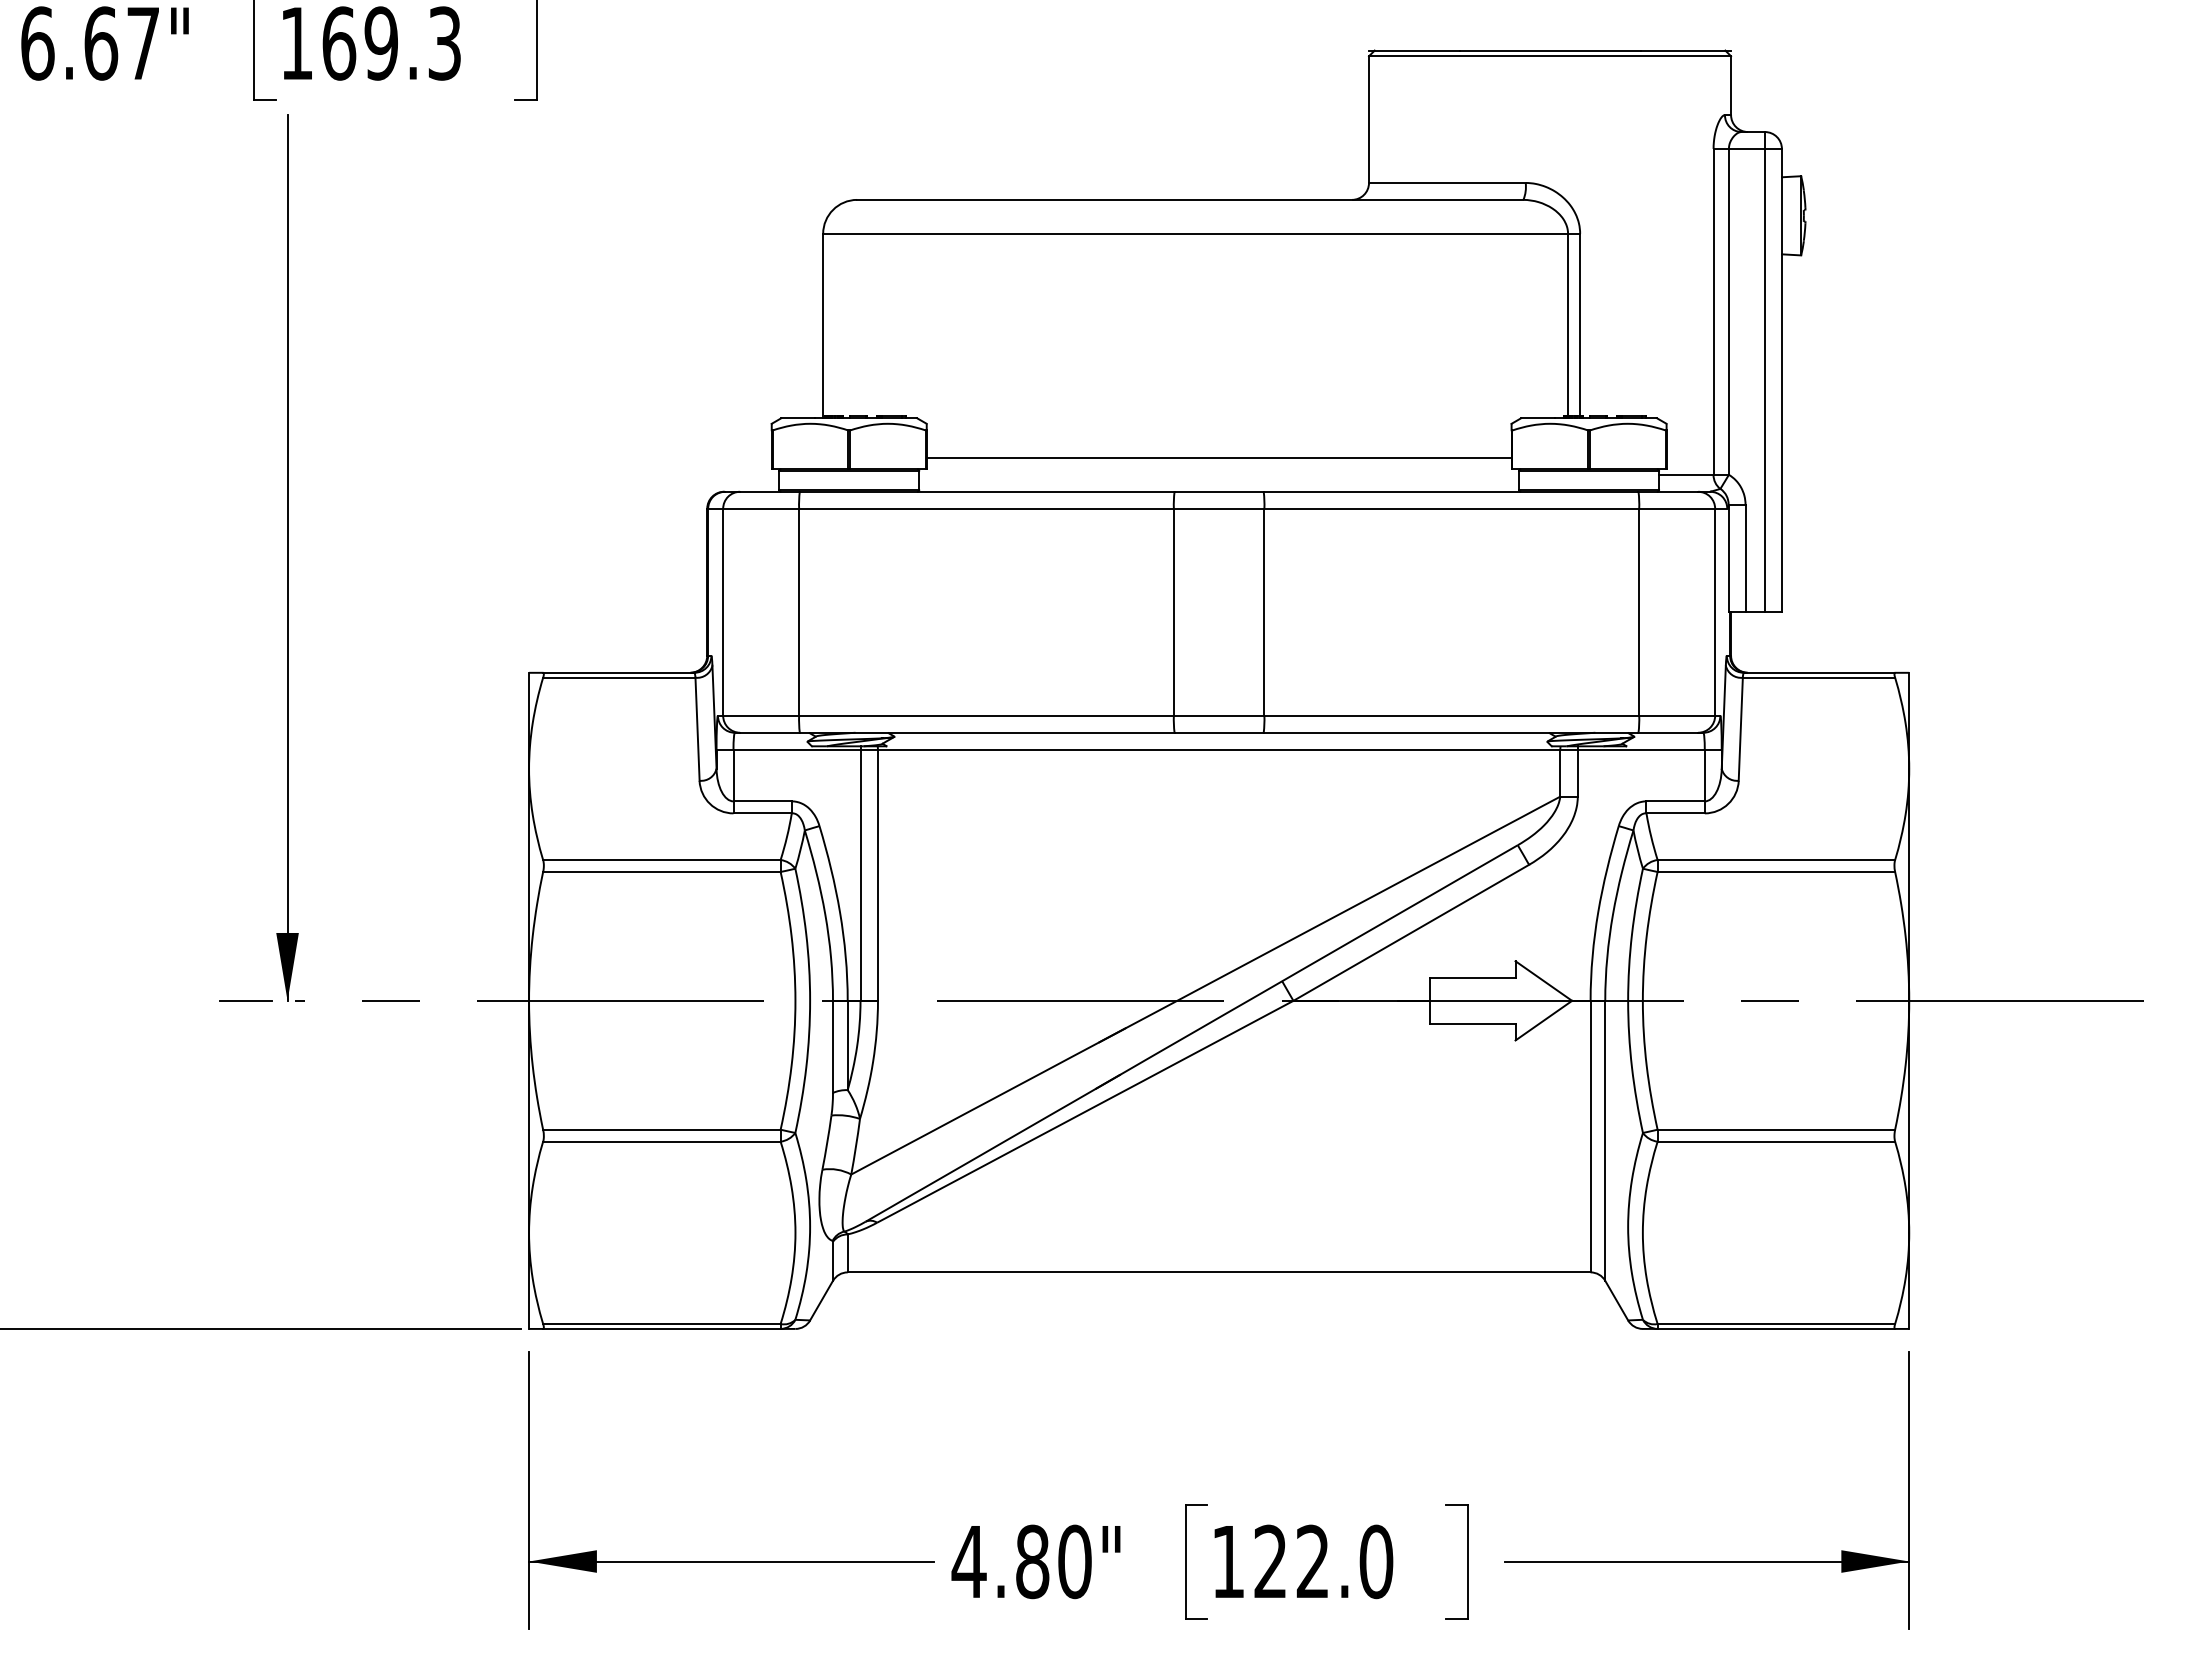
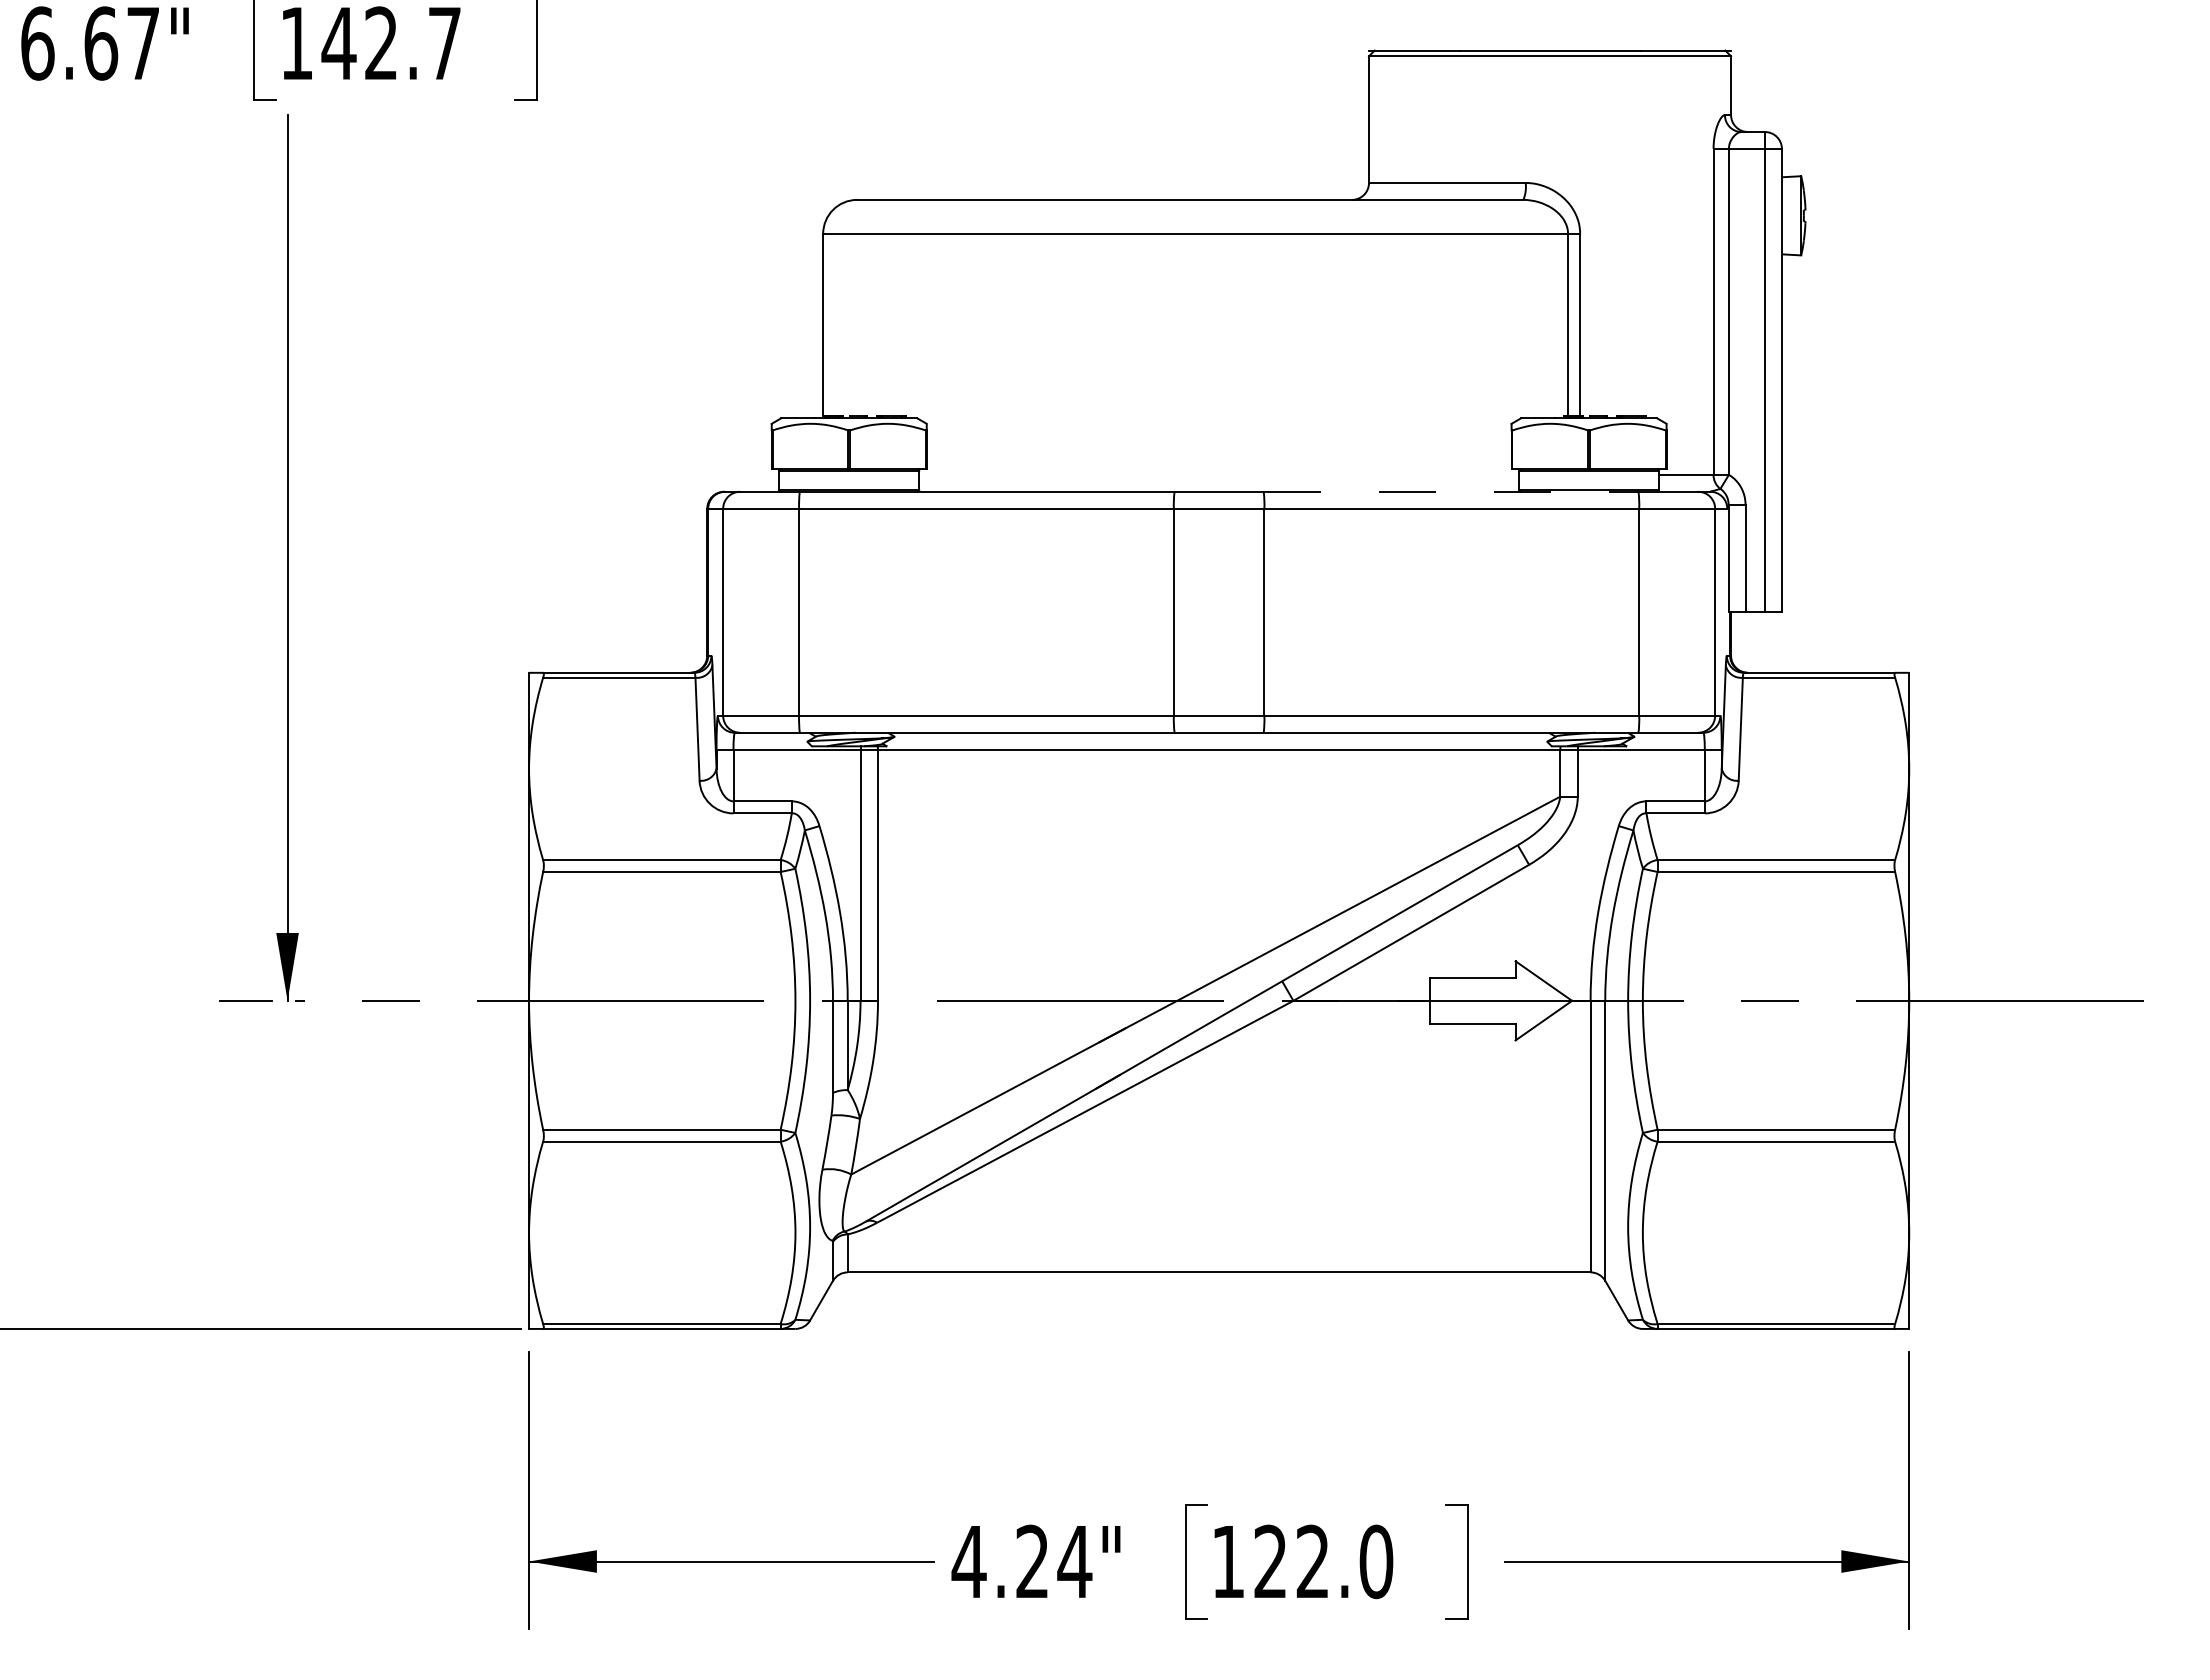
text at (390, 43): 169.3 -> 142.7
line at (1218, 457): present -> none
line at (1451, 491): solid -> dashed
text at (1054, 1561): 4.80" -> 4.24"
